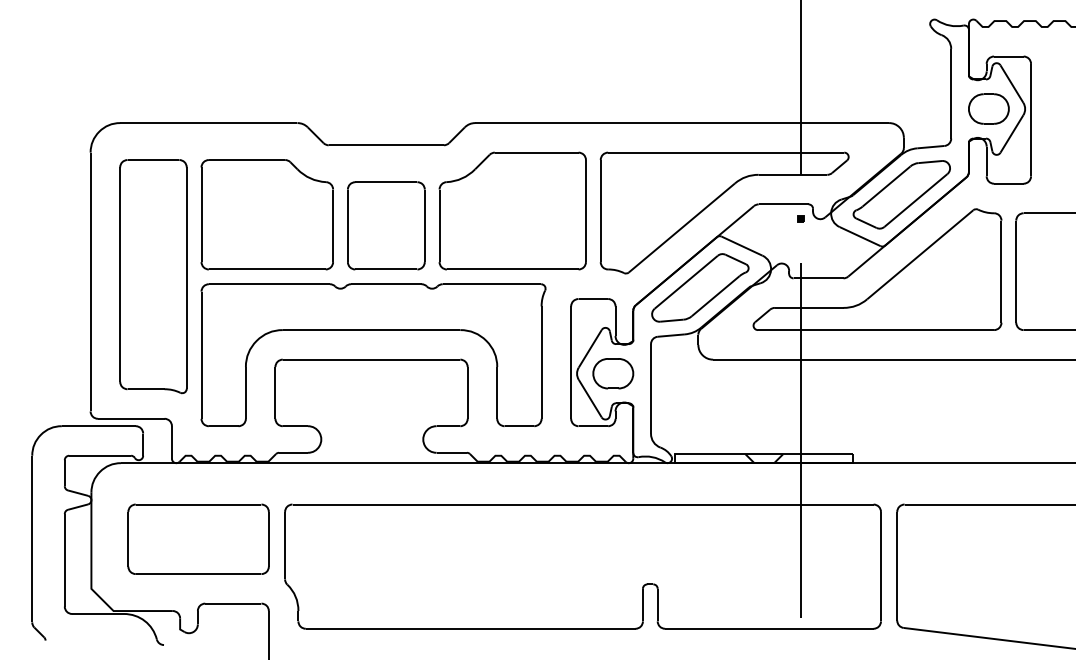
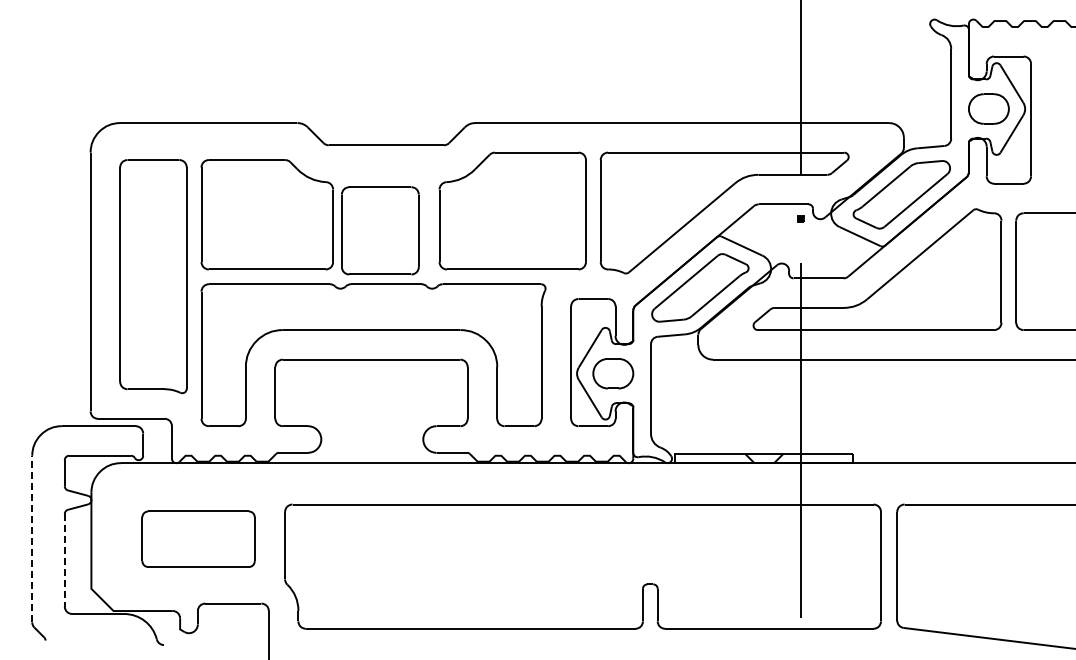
part at (386, 225) position: (386, 225) -> (380, 230)
line at (32, 538): solid -> dashed
part at (198, 538) size: 143x72 px -> 115x58 px
line at (64, 560): solid -> dashed
